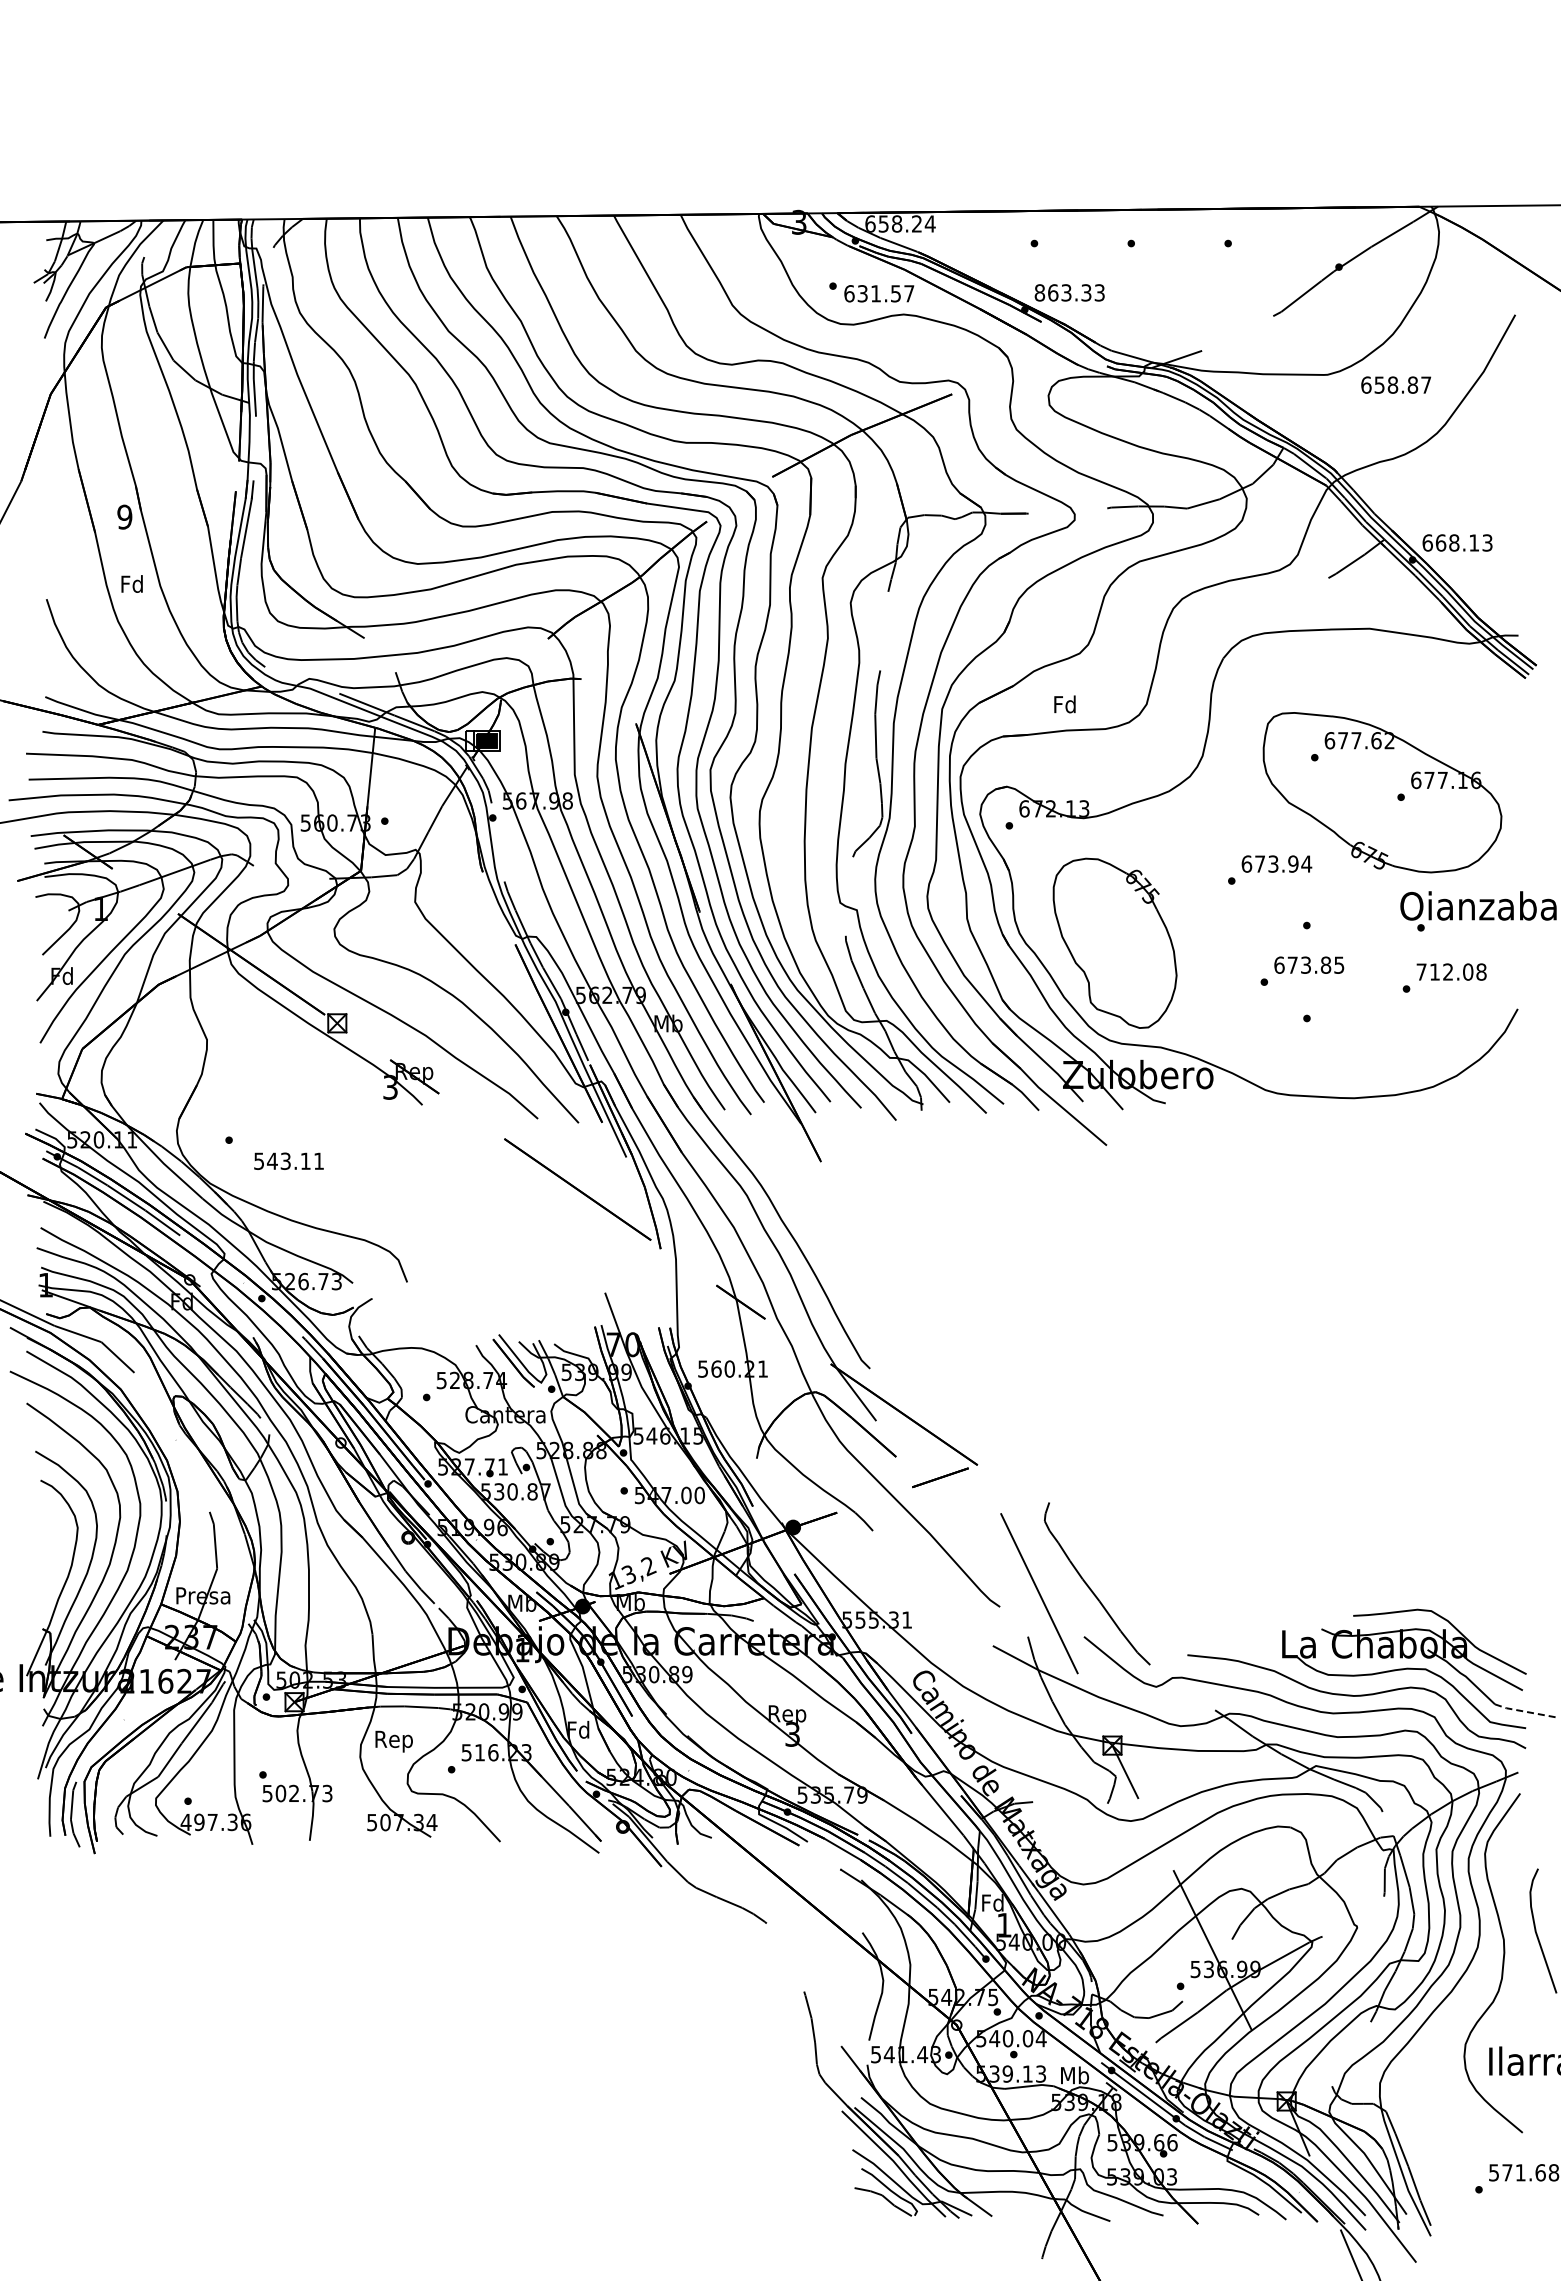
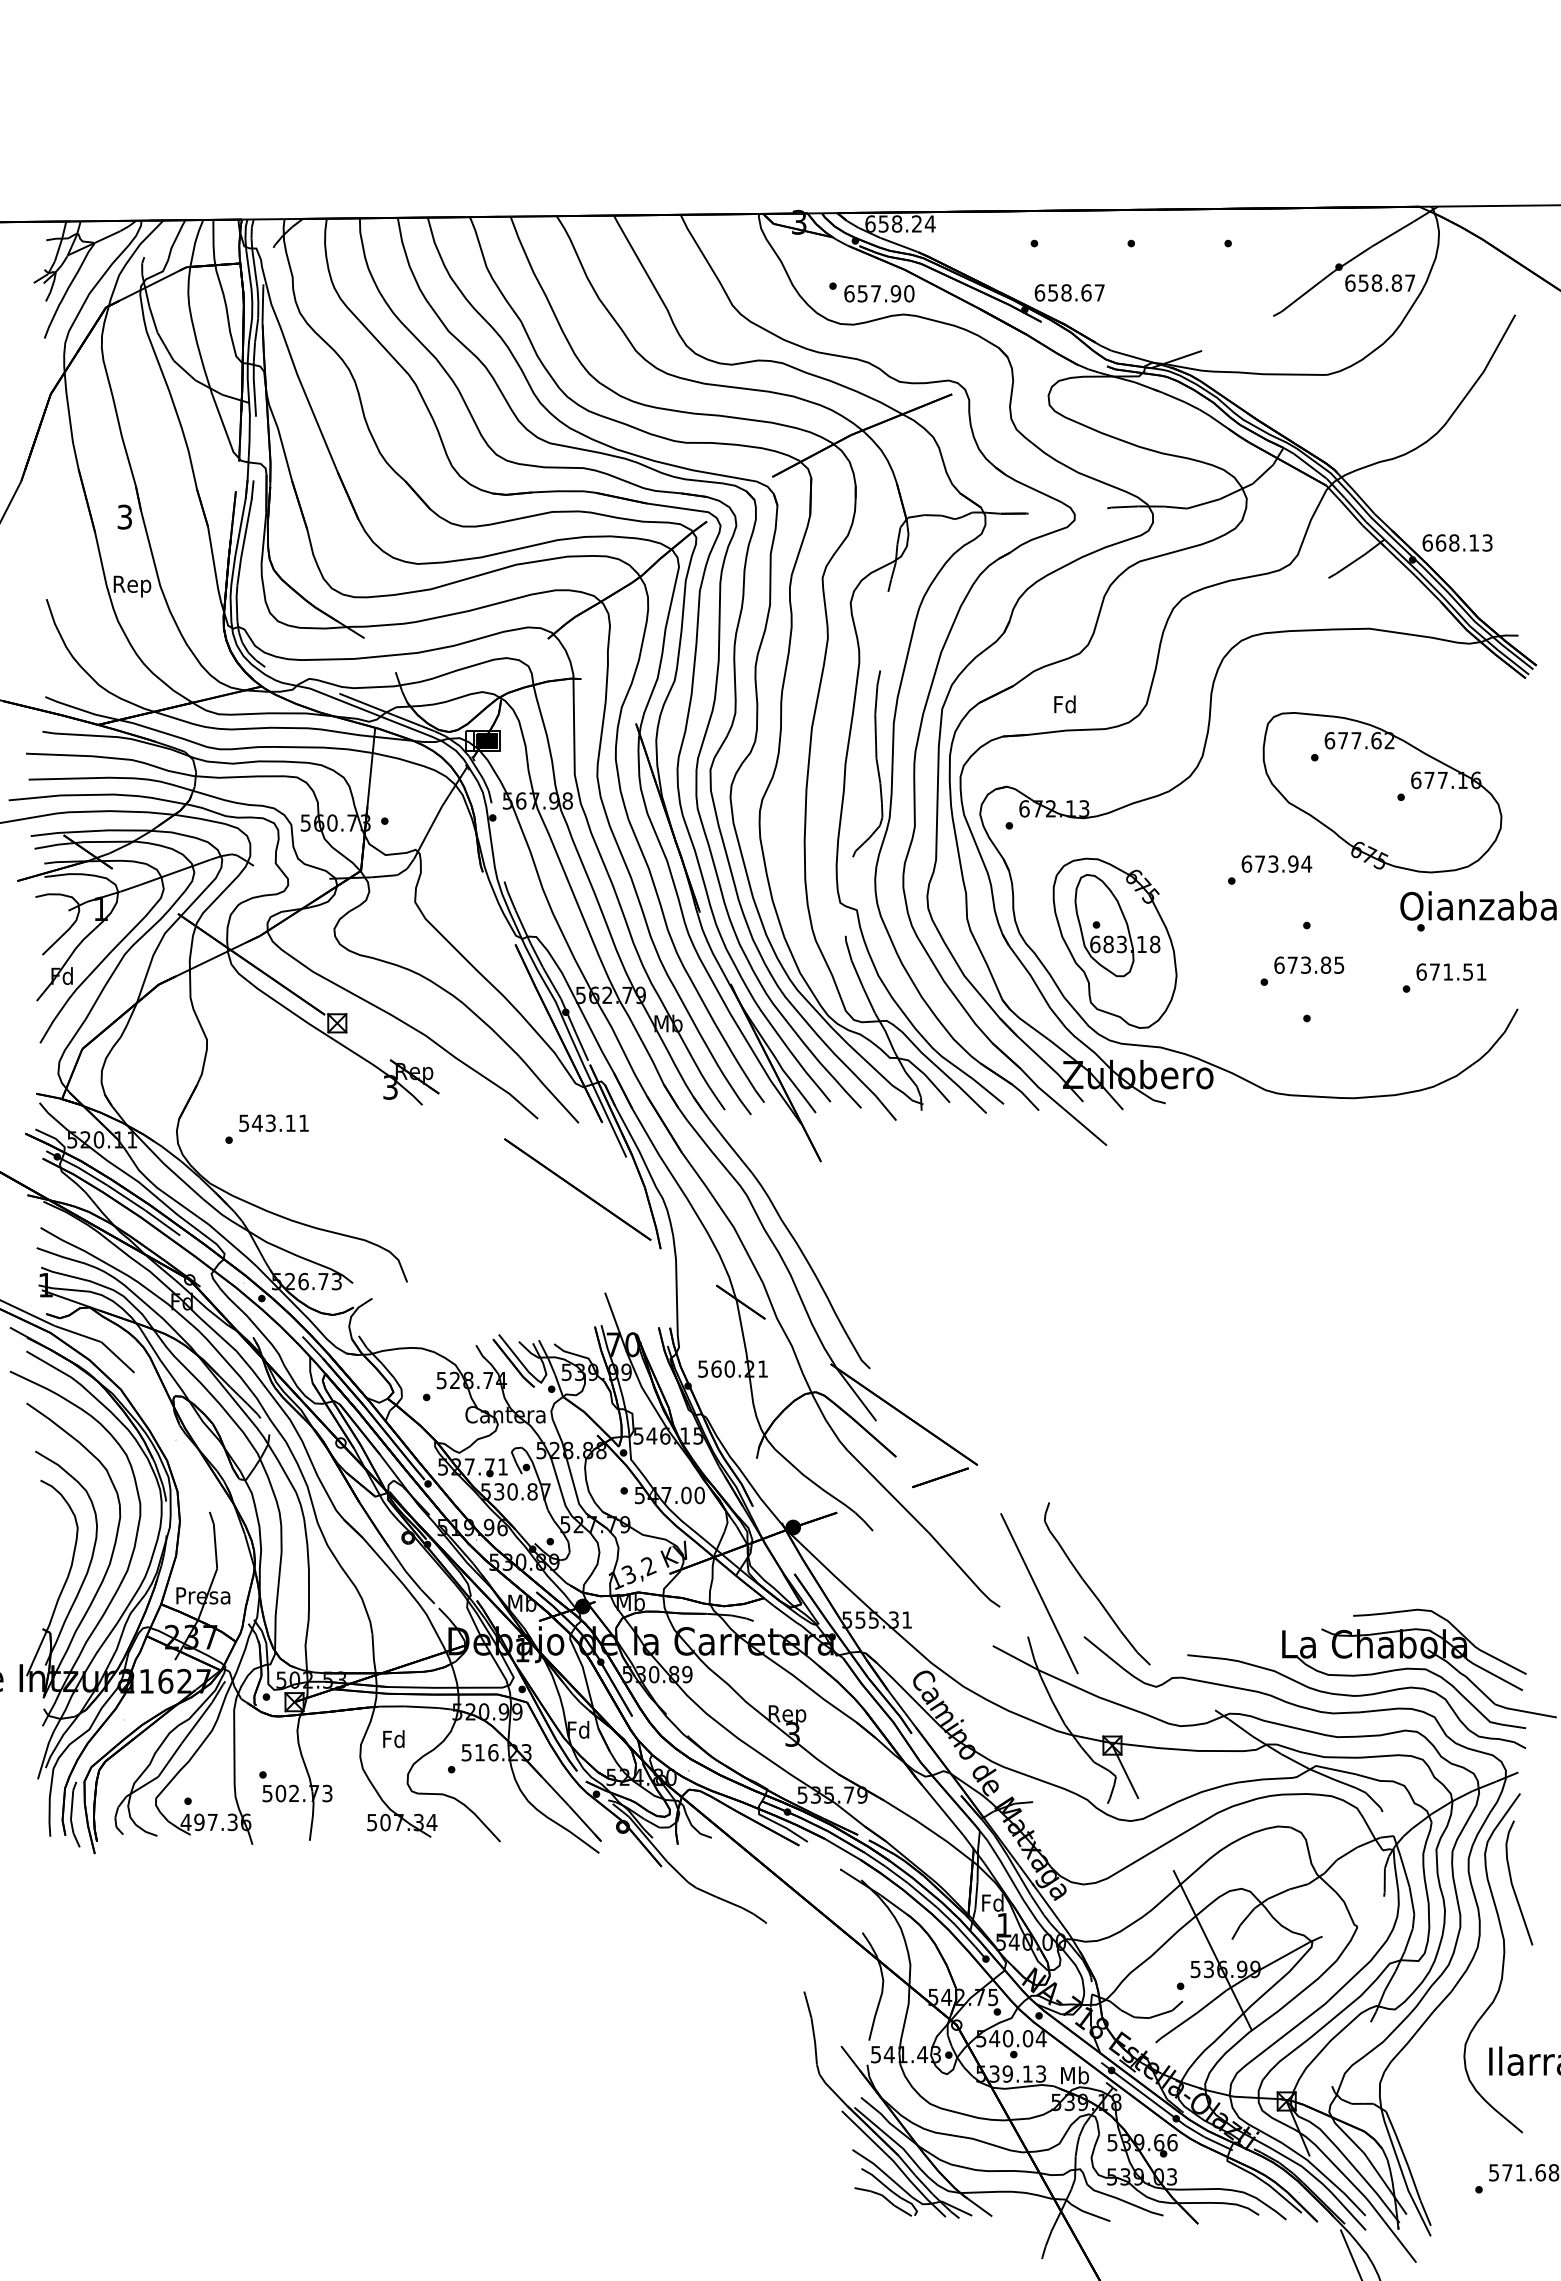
text at (1069, 292): 863.33 -> 658.67
text at (886, 293): 631.57 -> 657.90
text at (1396, 384) position: (1396, 384) -> (1380, 282)
text at (124, 516): 9 -> 3
text at (132, 586): Fd -> Rep
part at (1117, 925): none -> present
text at (1451, 971): 712.08 -> 671.51
text at (288, 1160) position: (288, 1160) -> (273, 1122)
line at (1524, 1711): dashed -> solid
text at (393, 1741): Rep -> Fd
curve at (1537, 1933) position: (1537, 1933) -> (1513, 1885)
